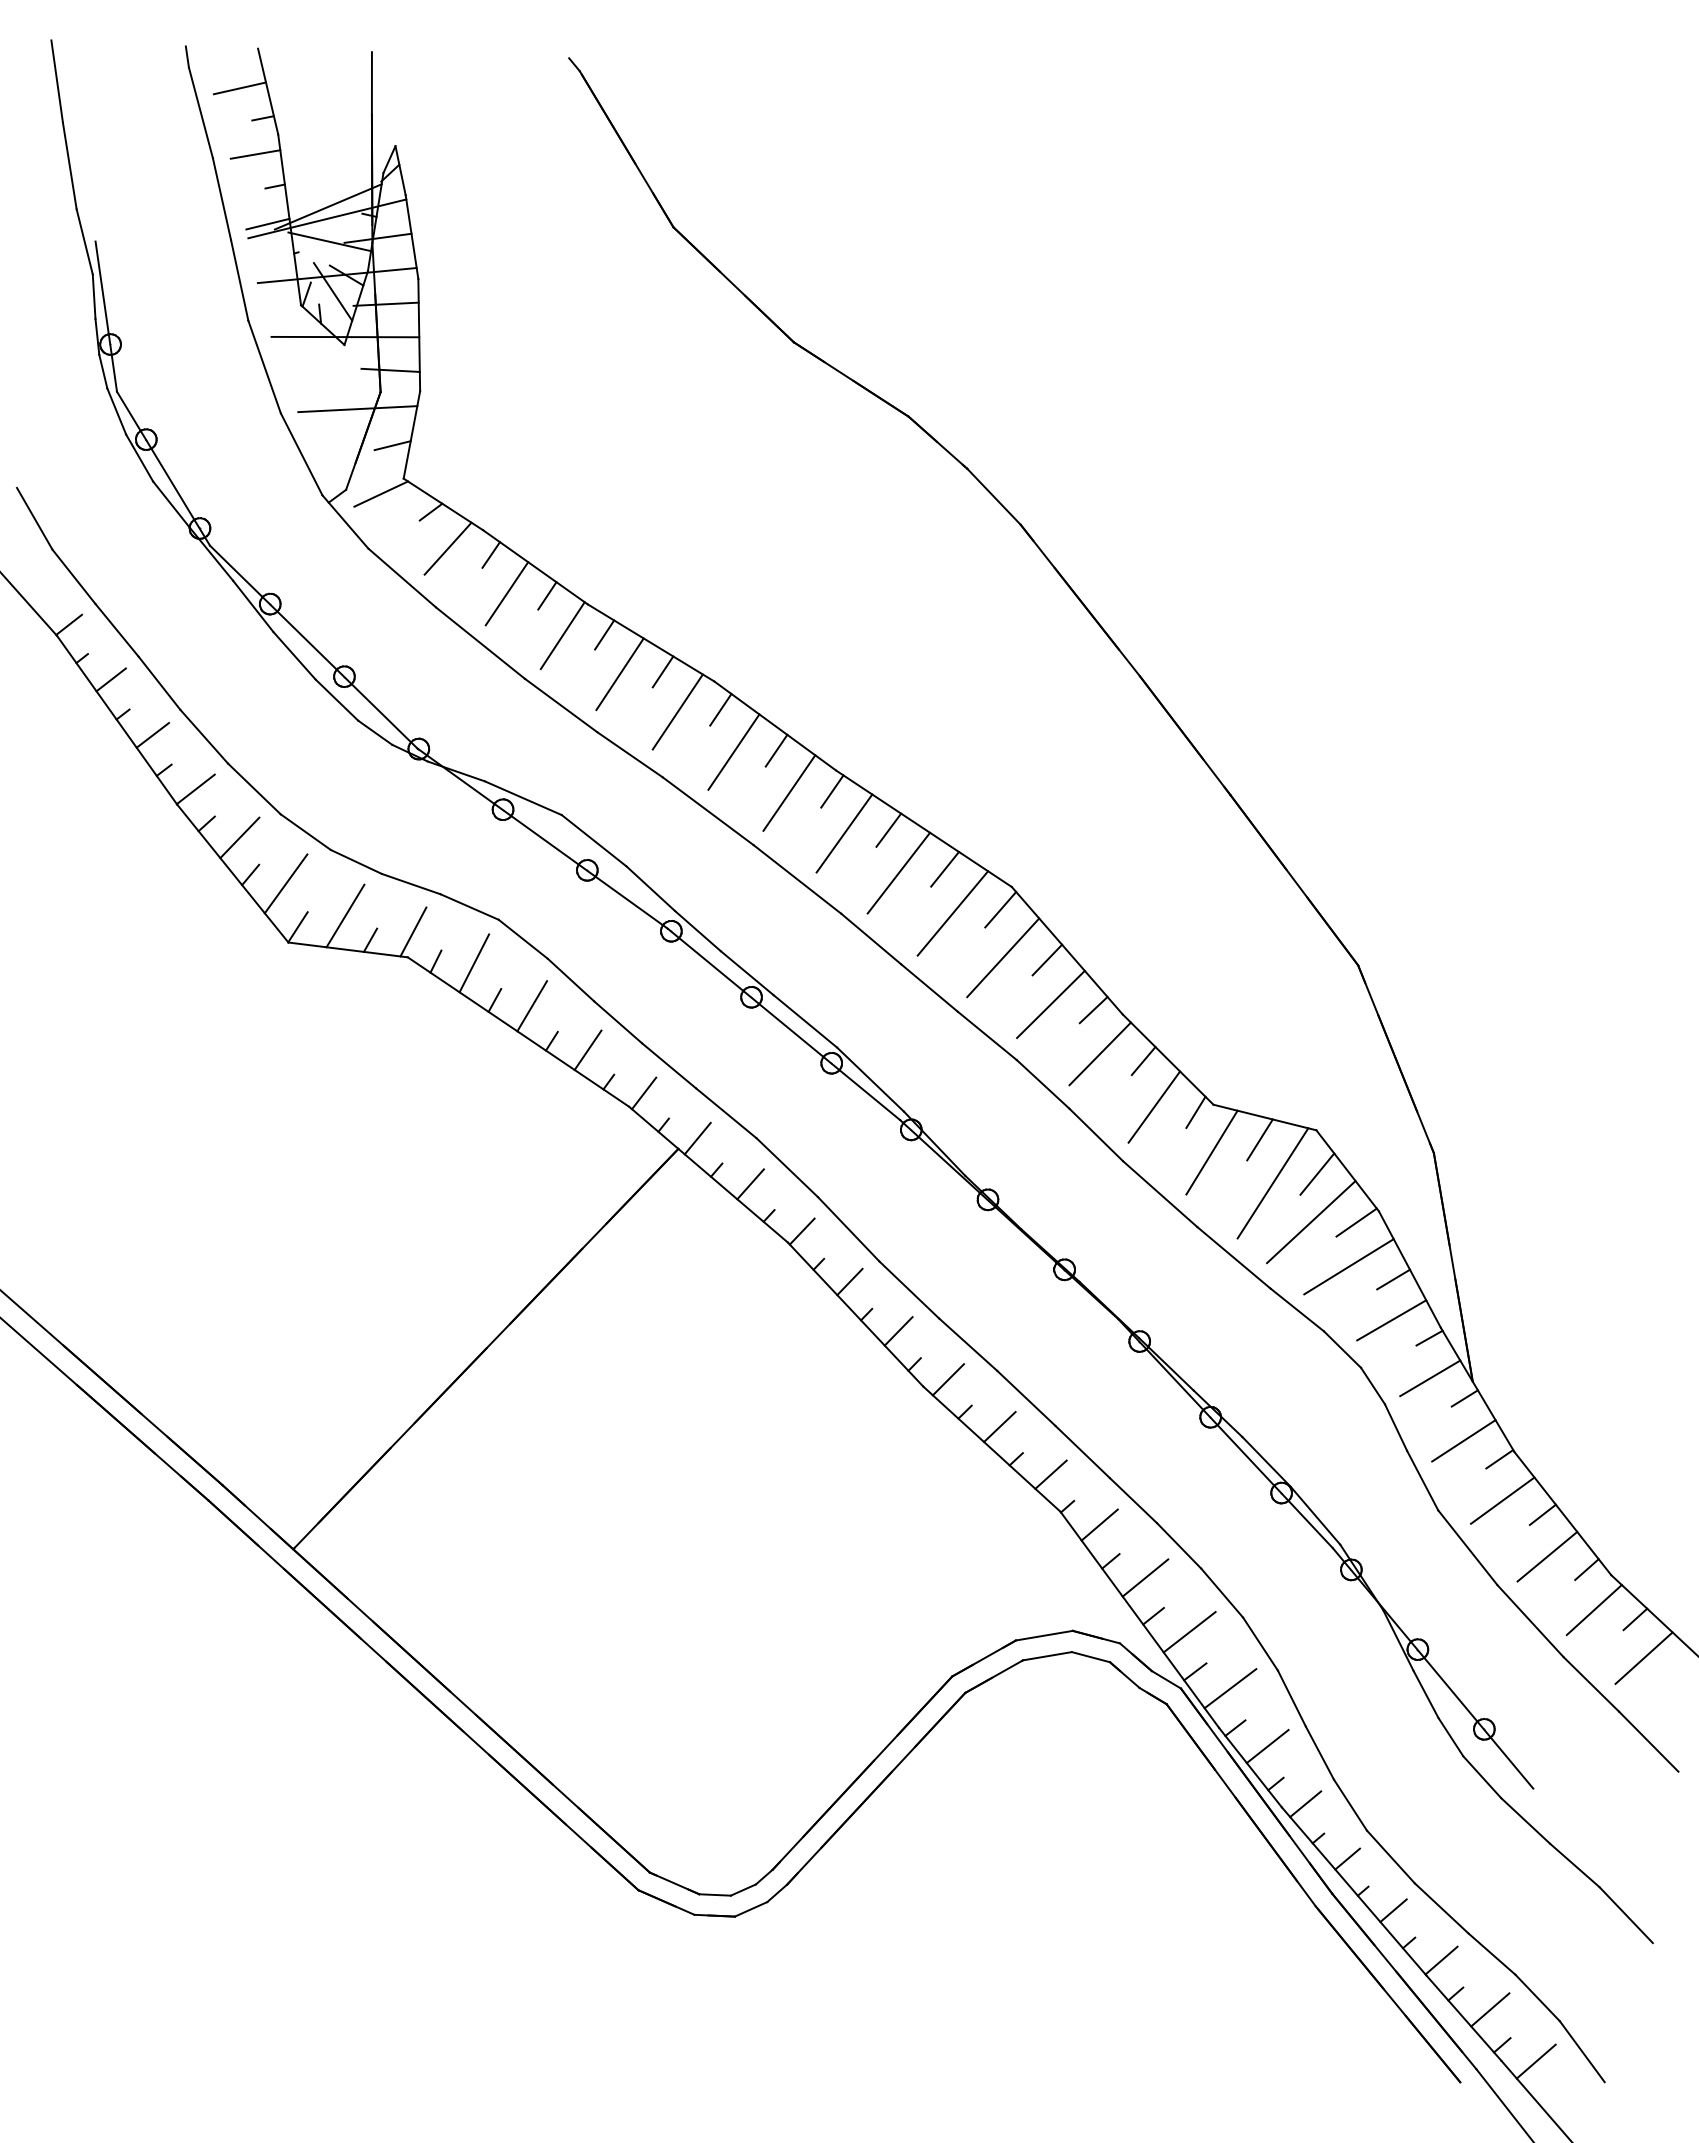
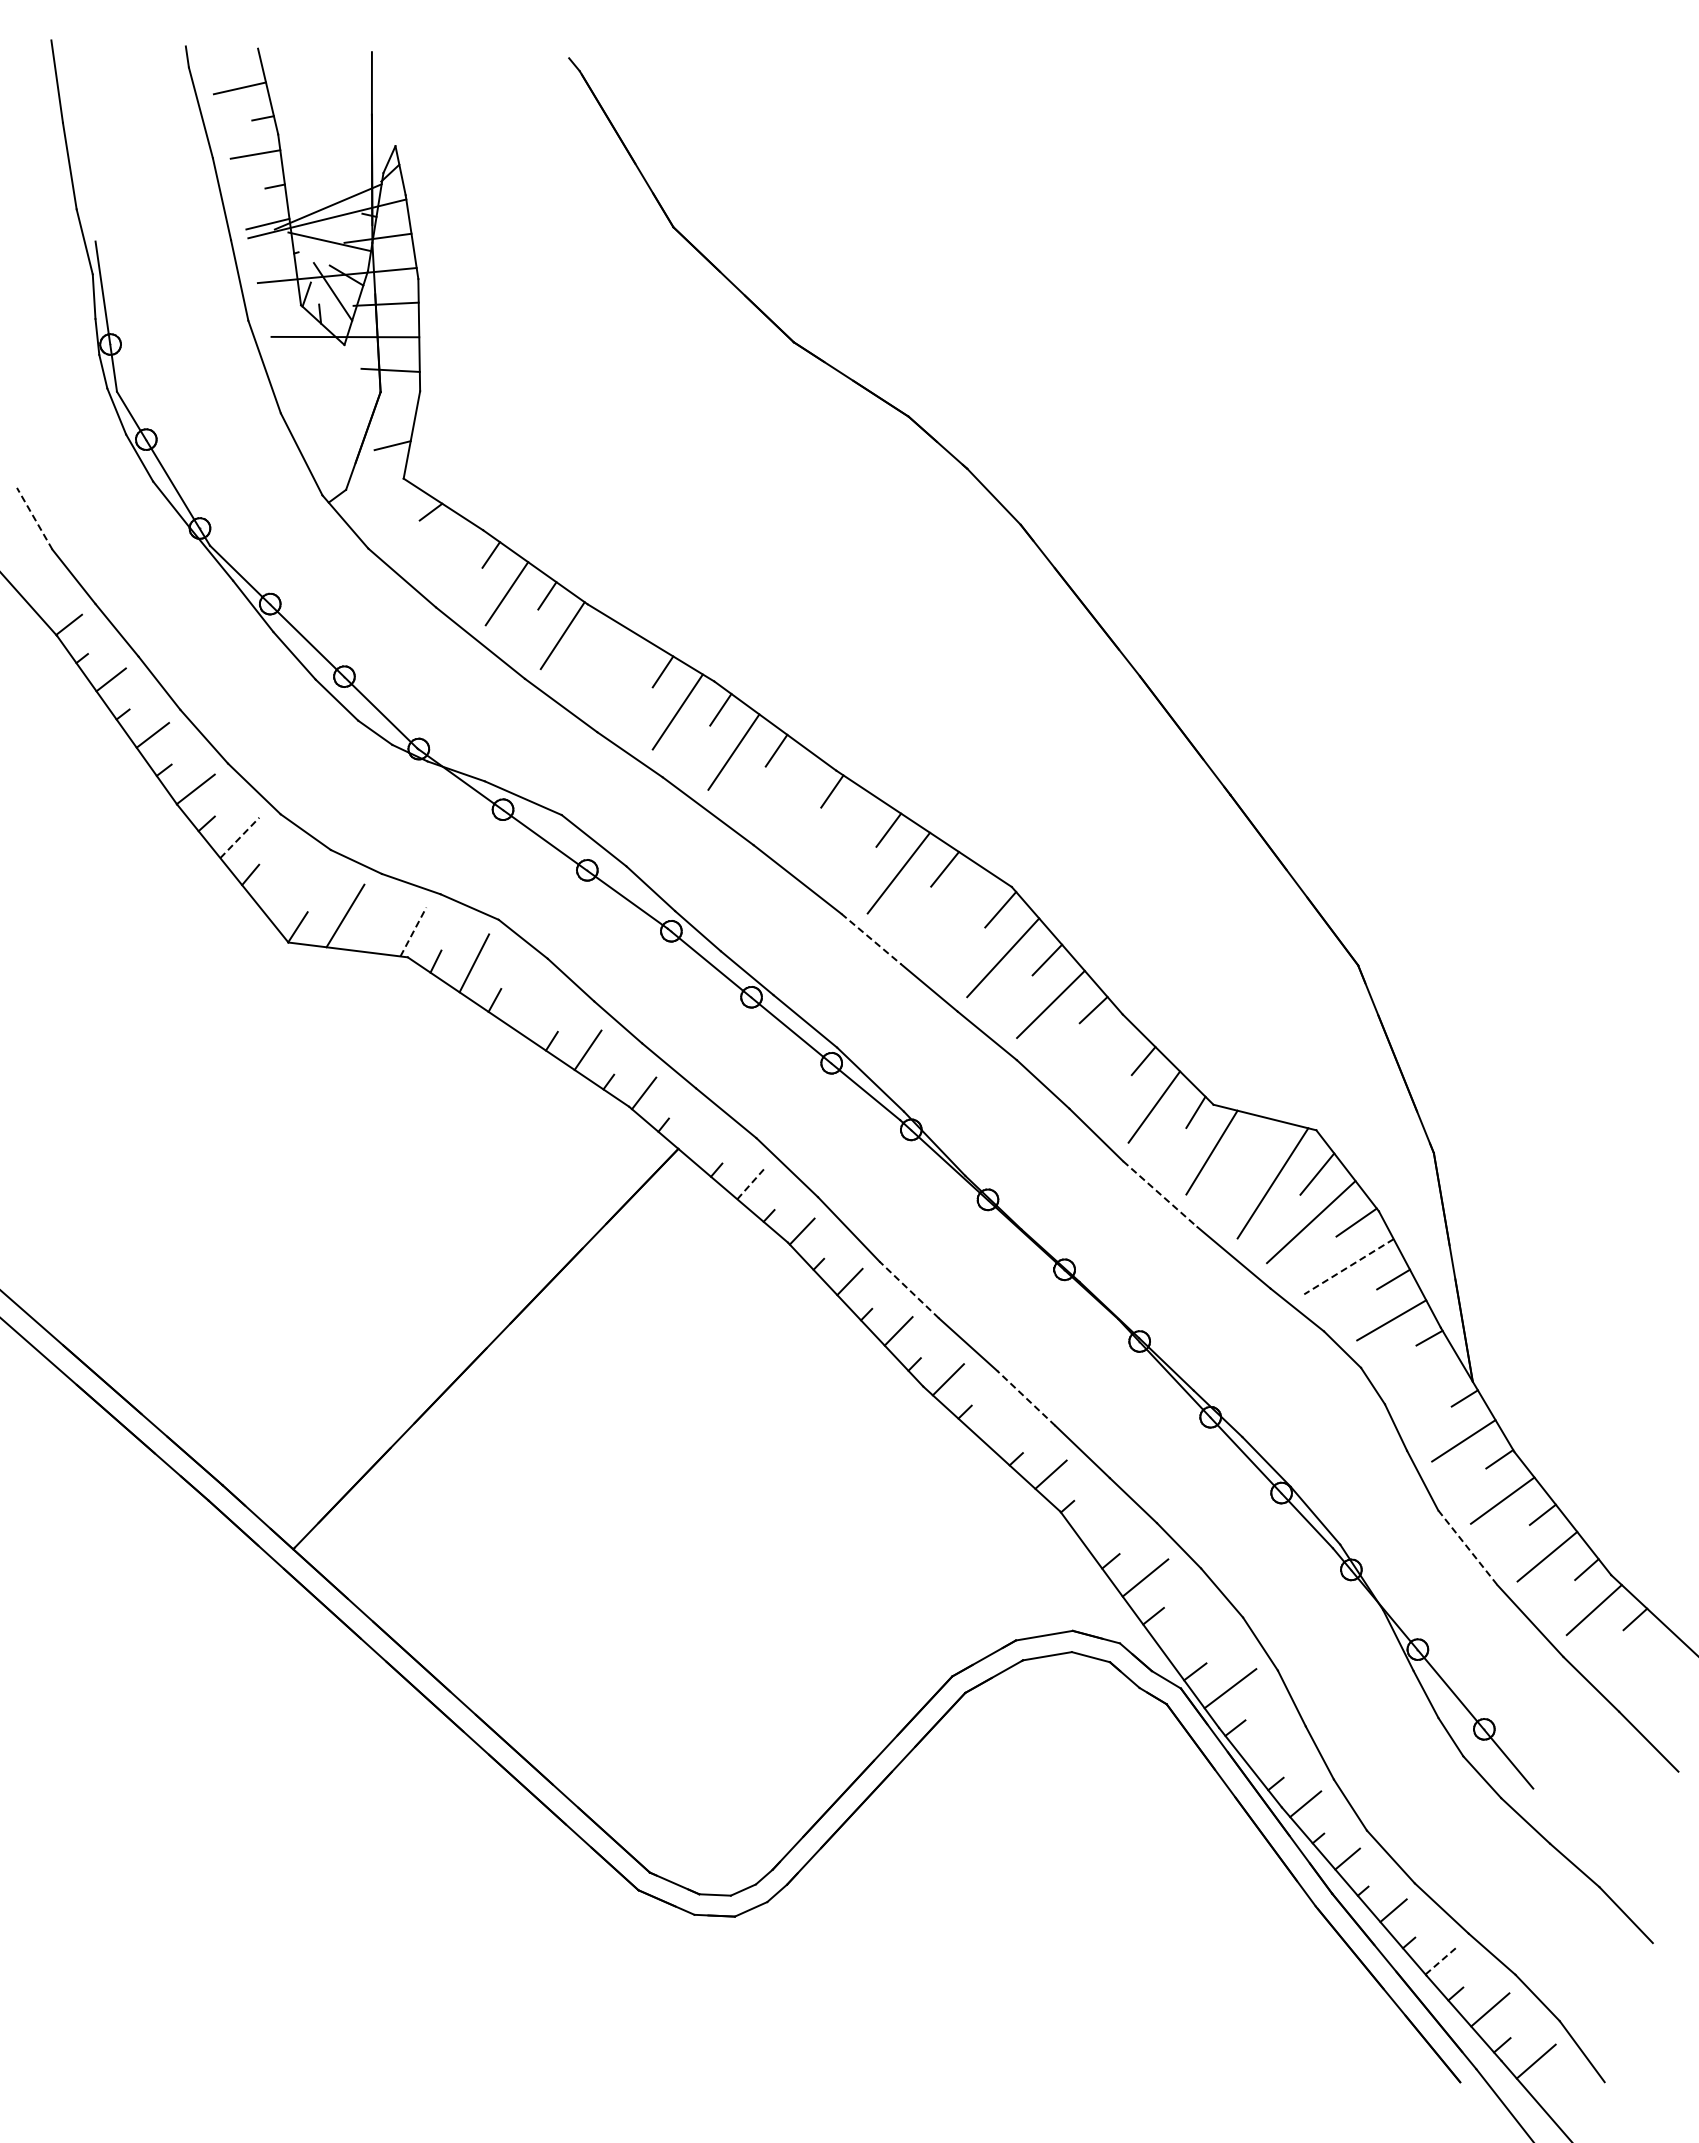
line at (357, 409): present -> none
line at (381, 493): present -> none
line at (34, 518): solid -> dashed
line at (447, 548): present -> none
line at (604, 634): present -> none
line at (619, 674): present -> none
line at (789, 792): present -> none
line at (844, 833): present -> none
line at (240, 837): solid -> dashed
line at (285, 883): present -> none
line at (952, 913): present -> none
line at (413, 931): solid -> dashed
line at (370, 939): present -> none
line at (871, 939): solid -> dashed
line at (532, 1006): present -> none
line at (1099, 1053): present -> none
line at (697, 1138): present -> none
line at (1259, 1139): present -> none
line at (750, 1183): solid -> dashed
line at (1160, 1194): solid -> dashed
line at (1349, 1266): solid -> dashed
line at (908, 1289): solid -> dashed
line at (1430, 1378): present -> none
line at (1026, 1398): solid -> dashed
line at (999, 1427): present -> none
line at (1099, 1524): present -> none
line at (1467, 1547): solid -> dashed
line at (1189, 1632): present -> none
line at (1643, 1657): present -> none
line at (1267, 1746): present -> none
line at (1441, 1960): solid -> dashed
